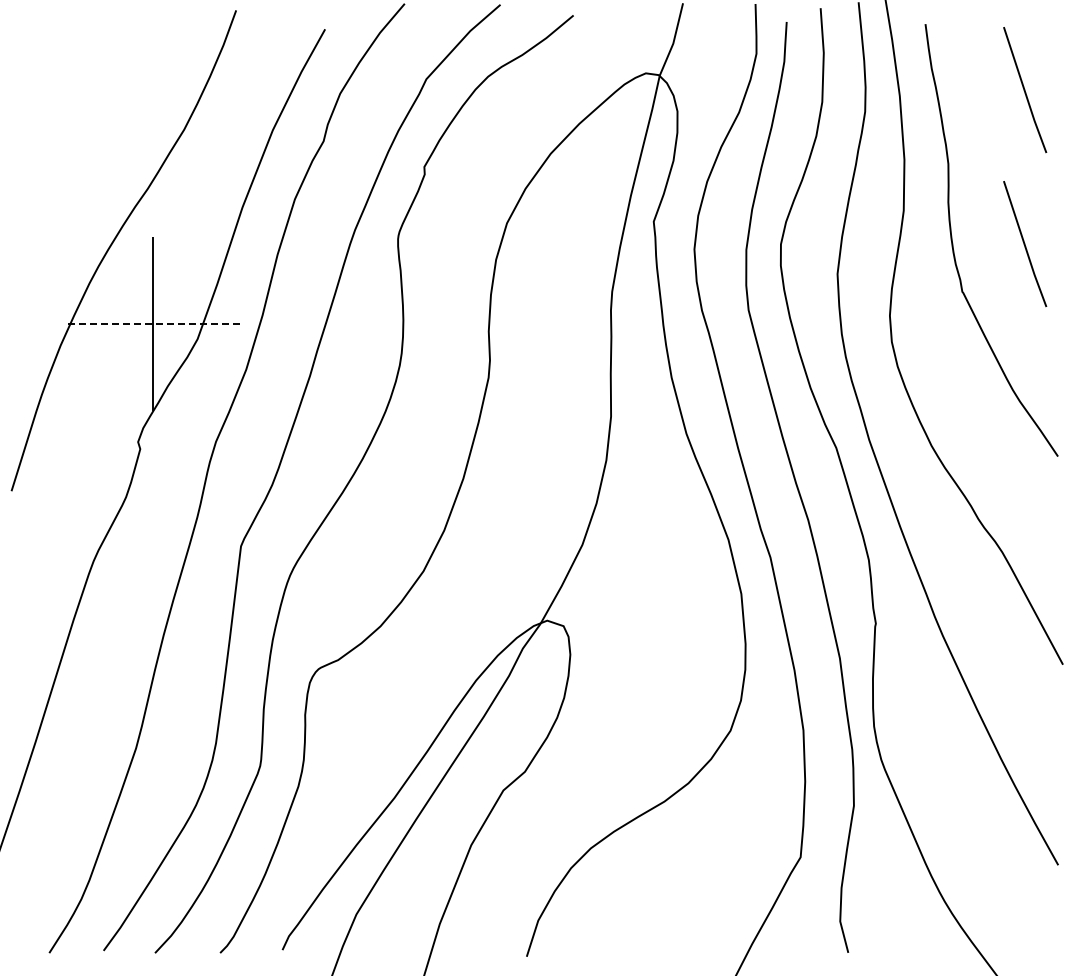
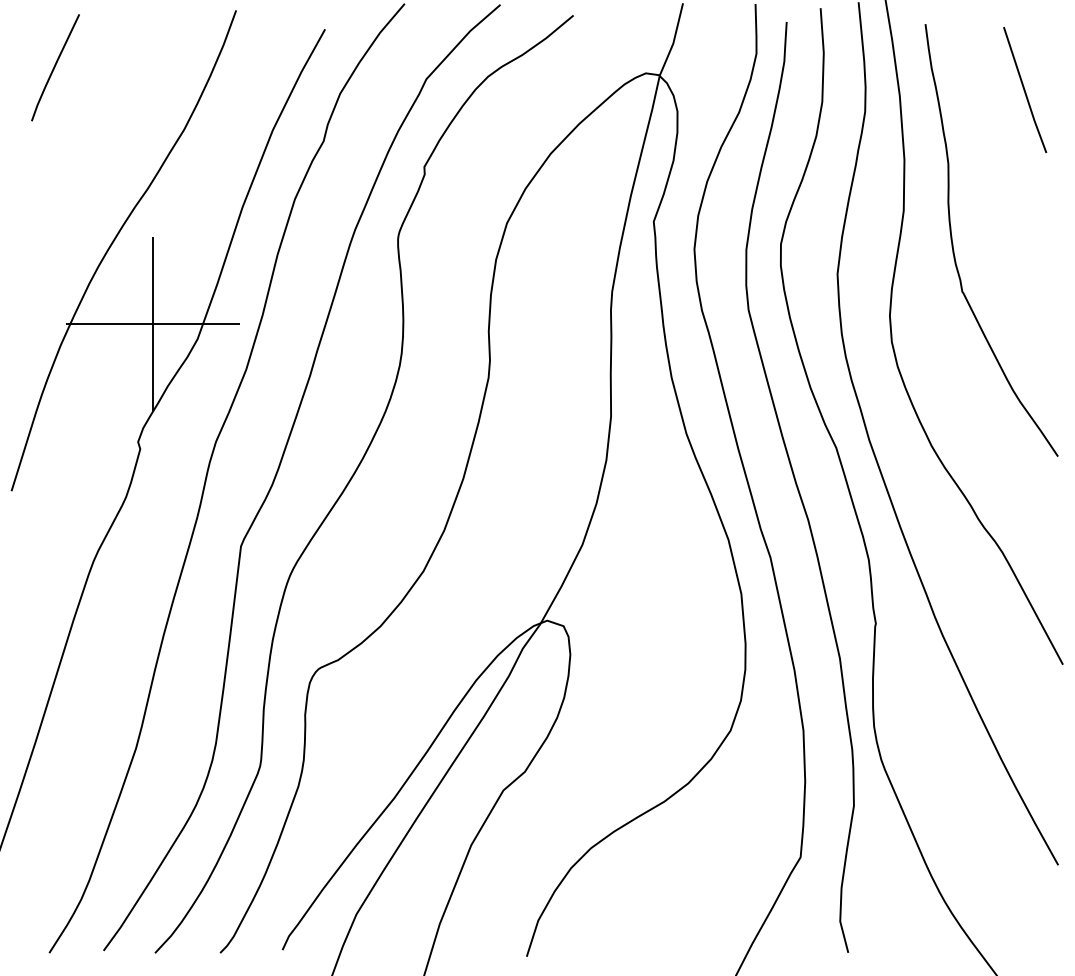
line at (55, 67): none -> present
line at (1025, 244): present -> none
line at (152, 323): dashed -> solid
